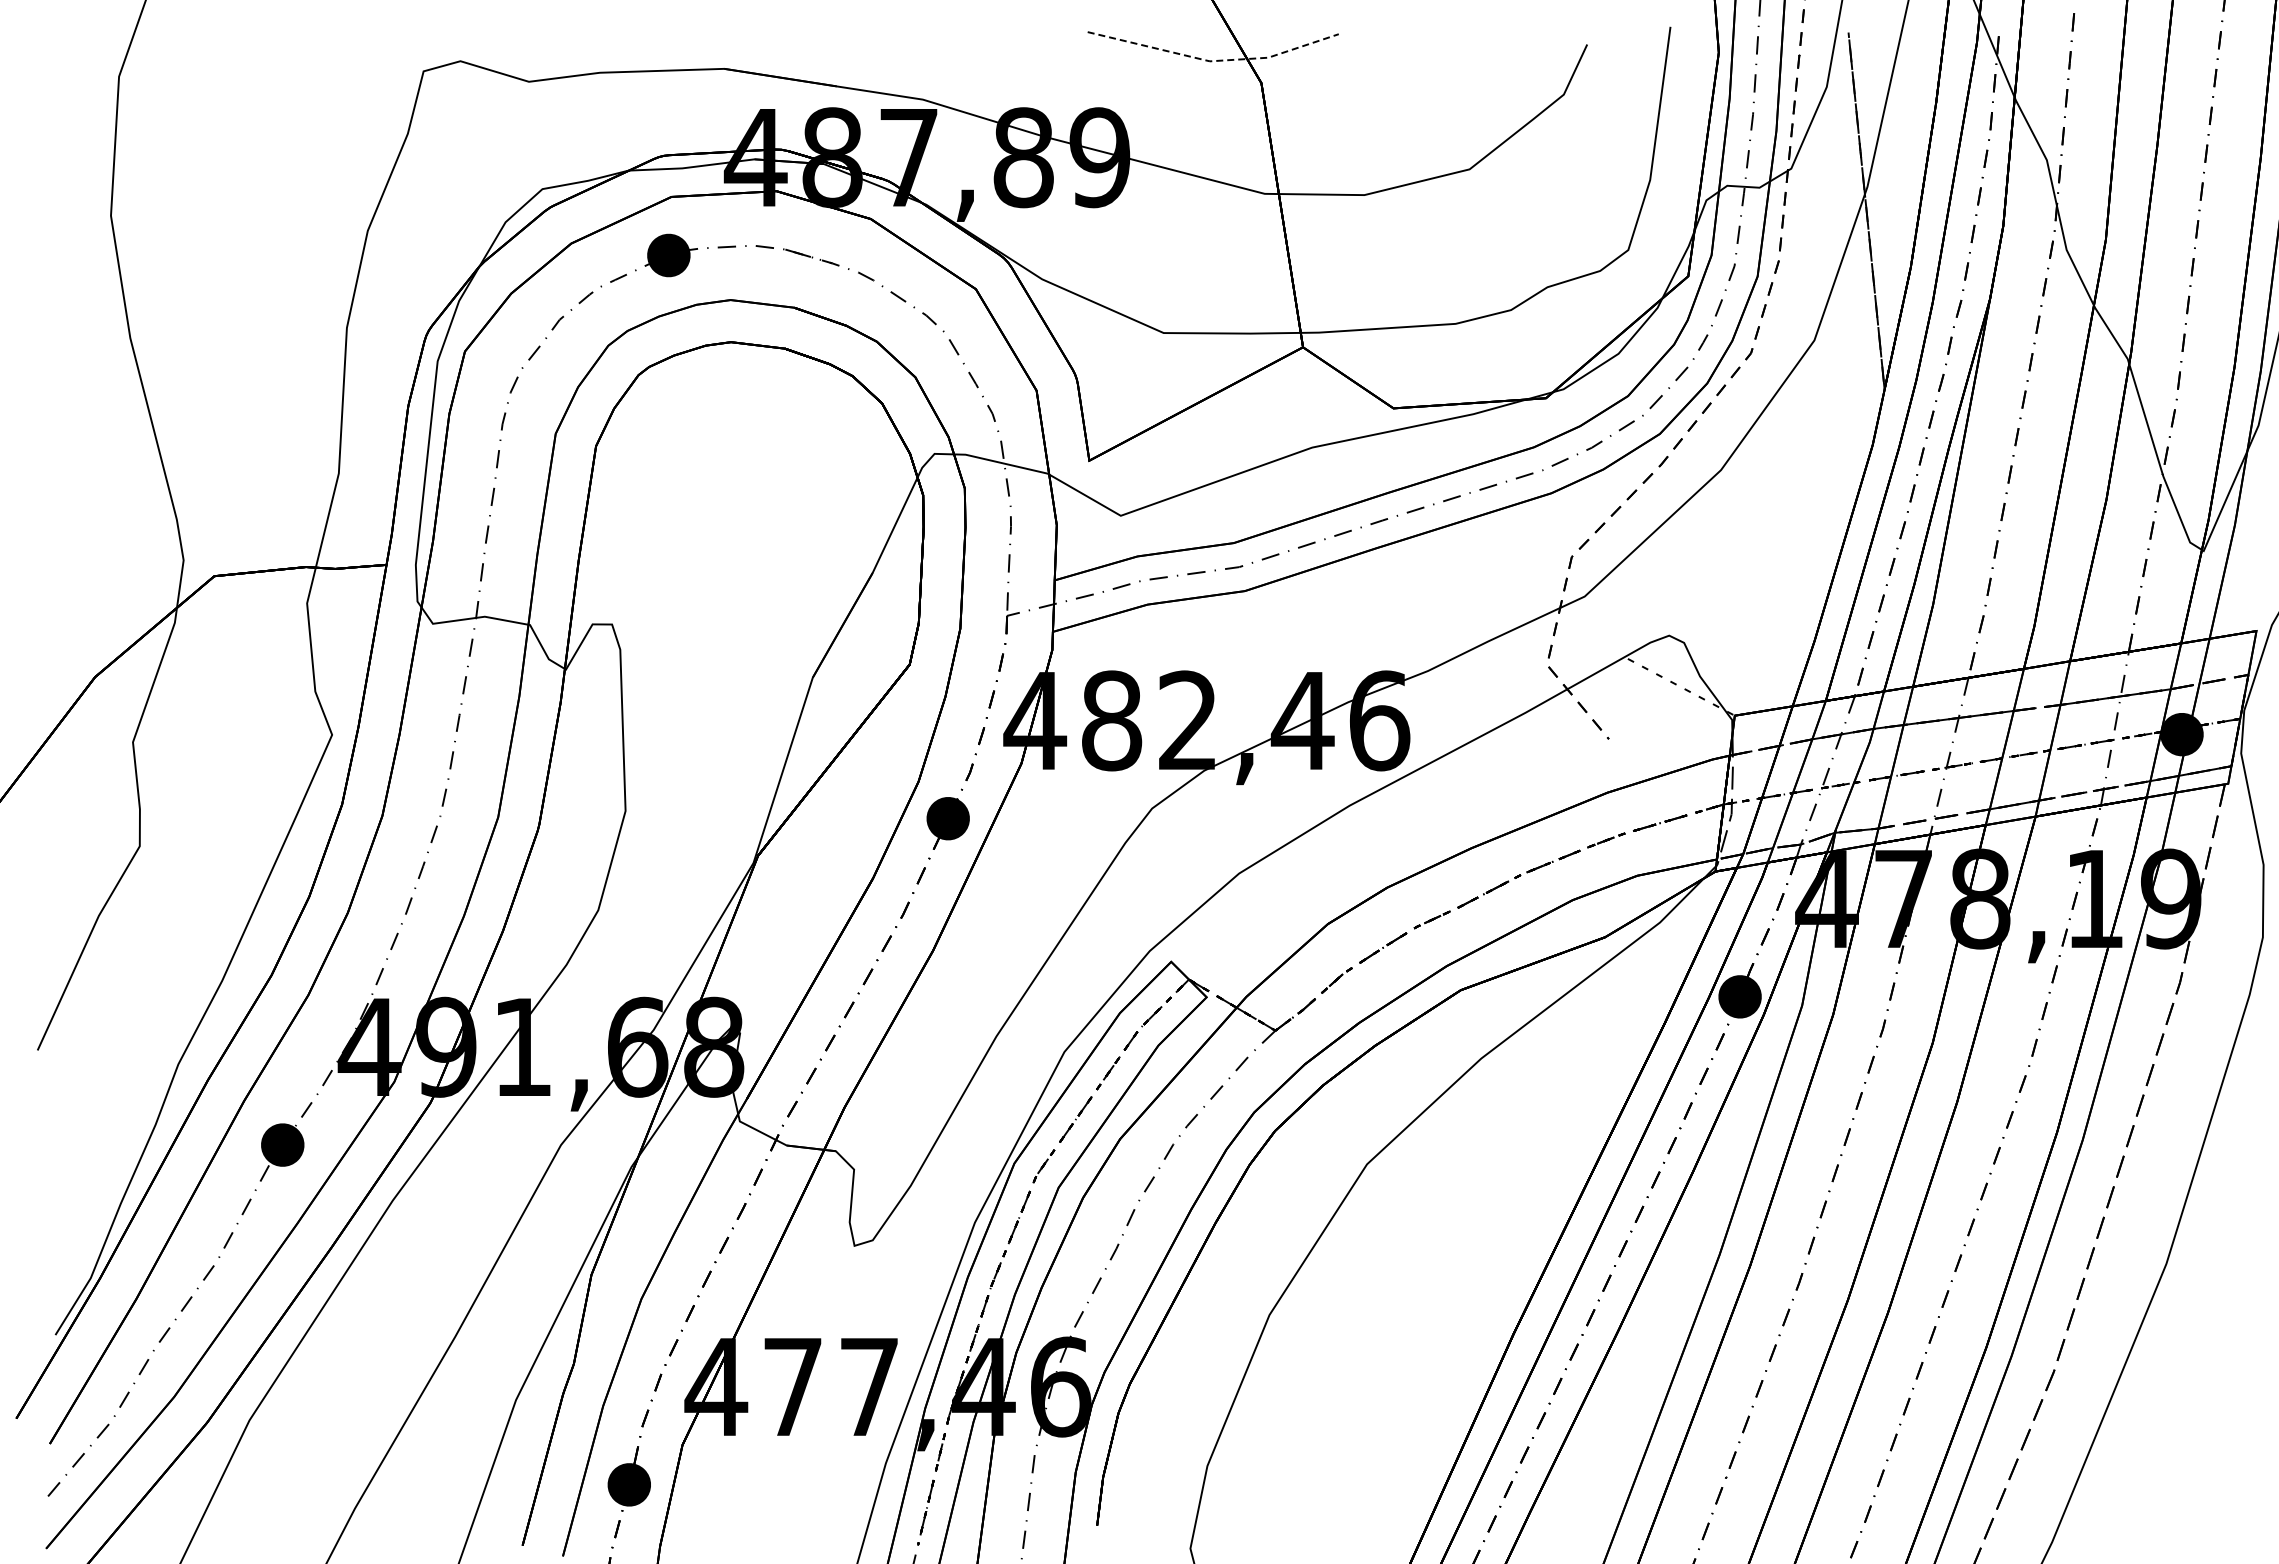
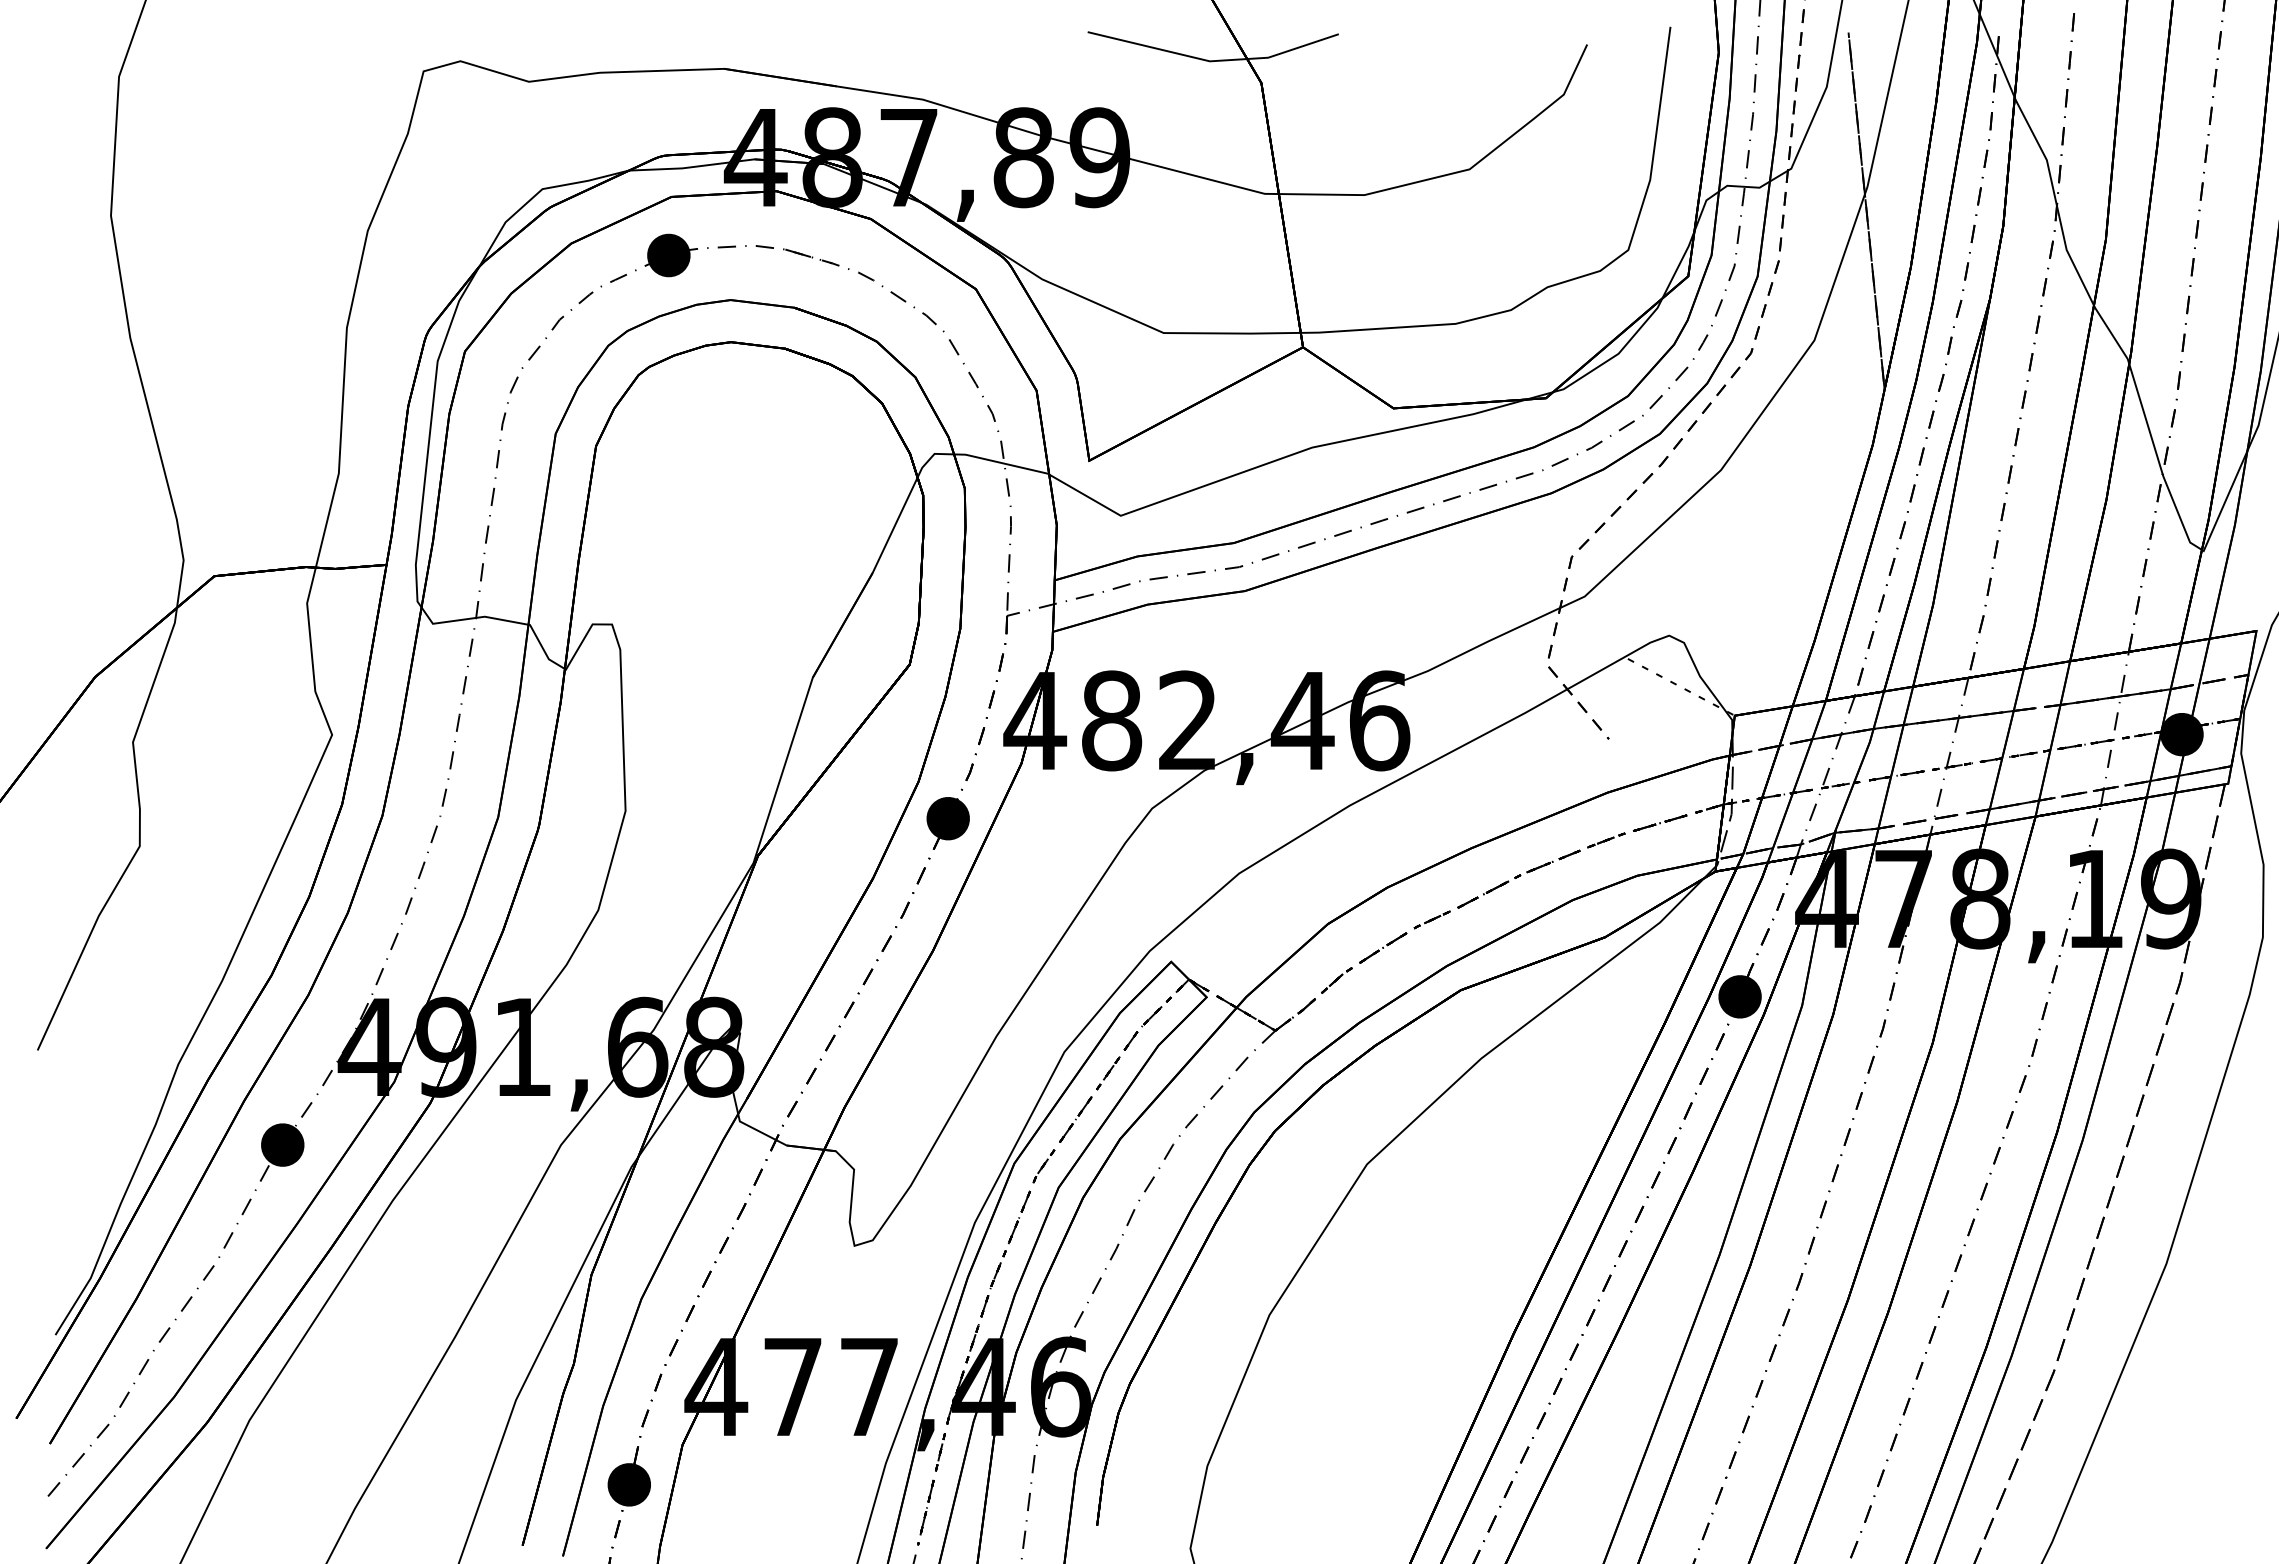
line at (1213, 61): dashed -> solid
